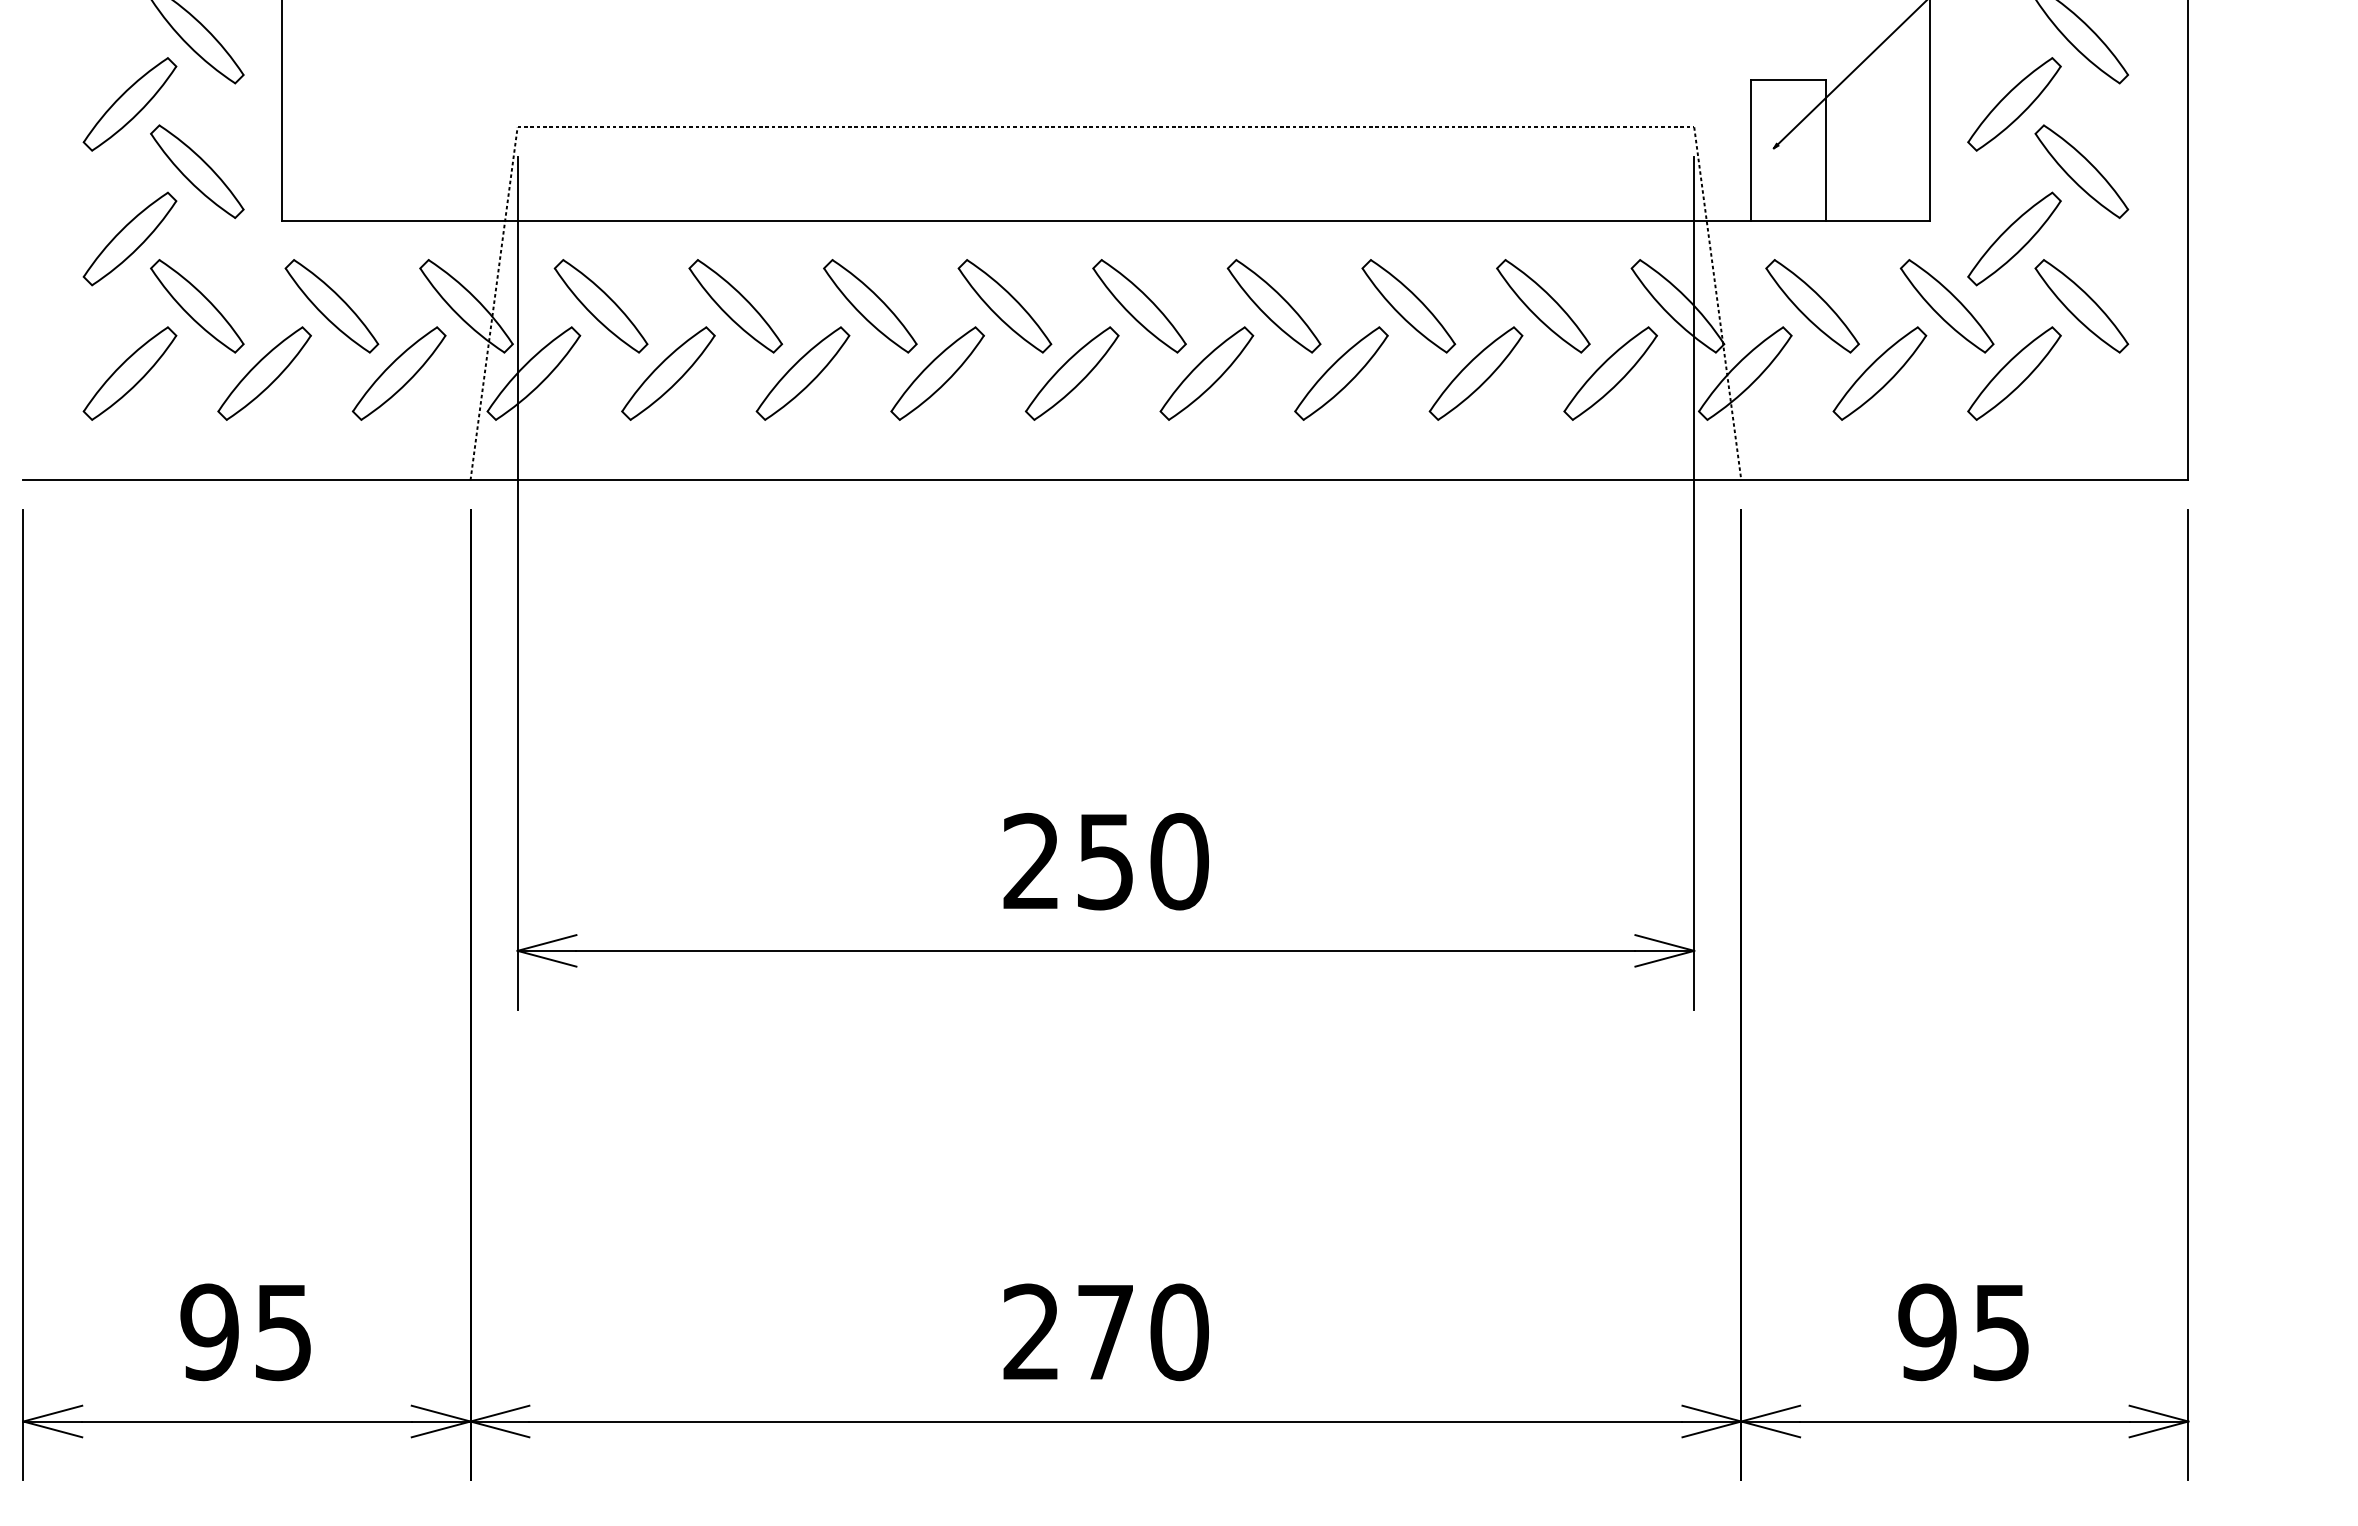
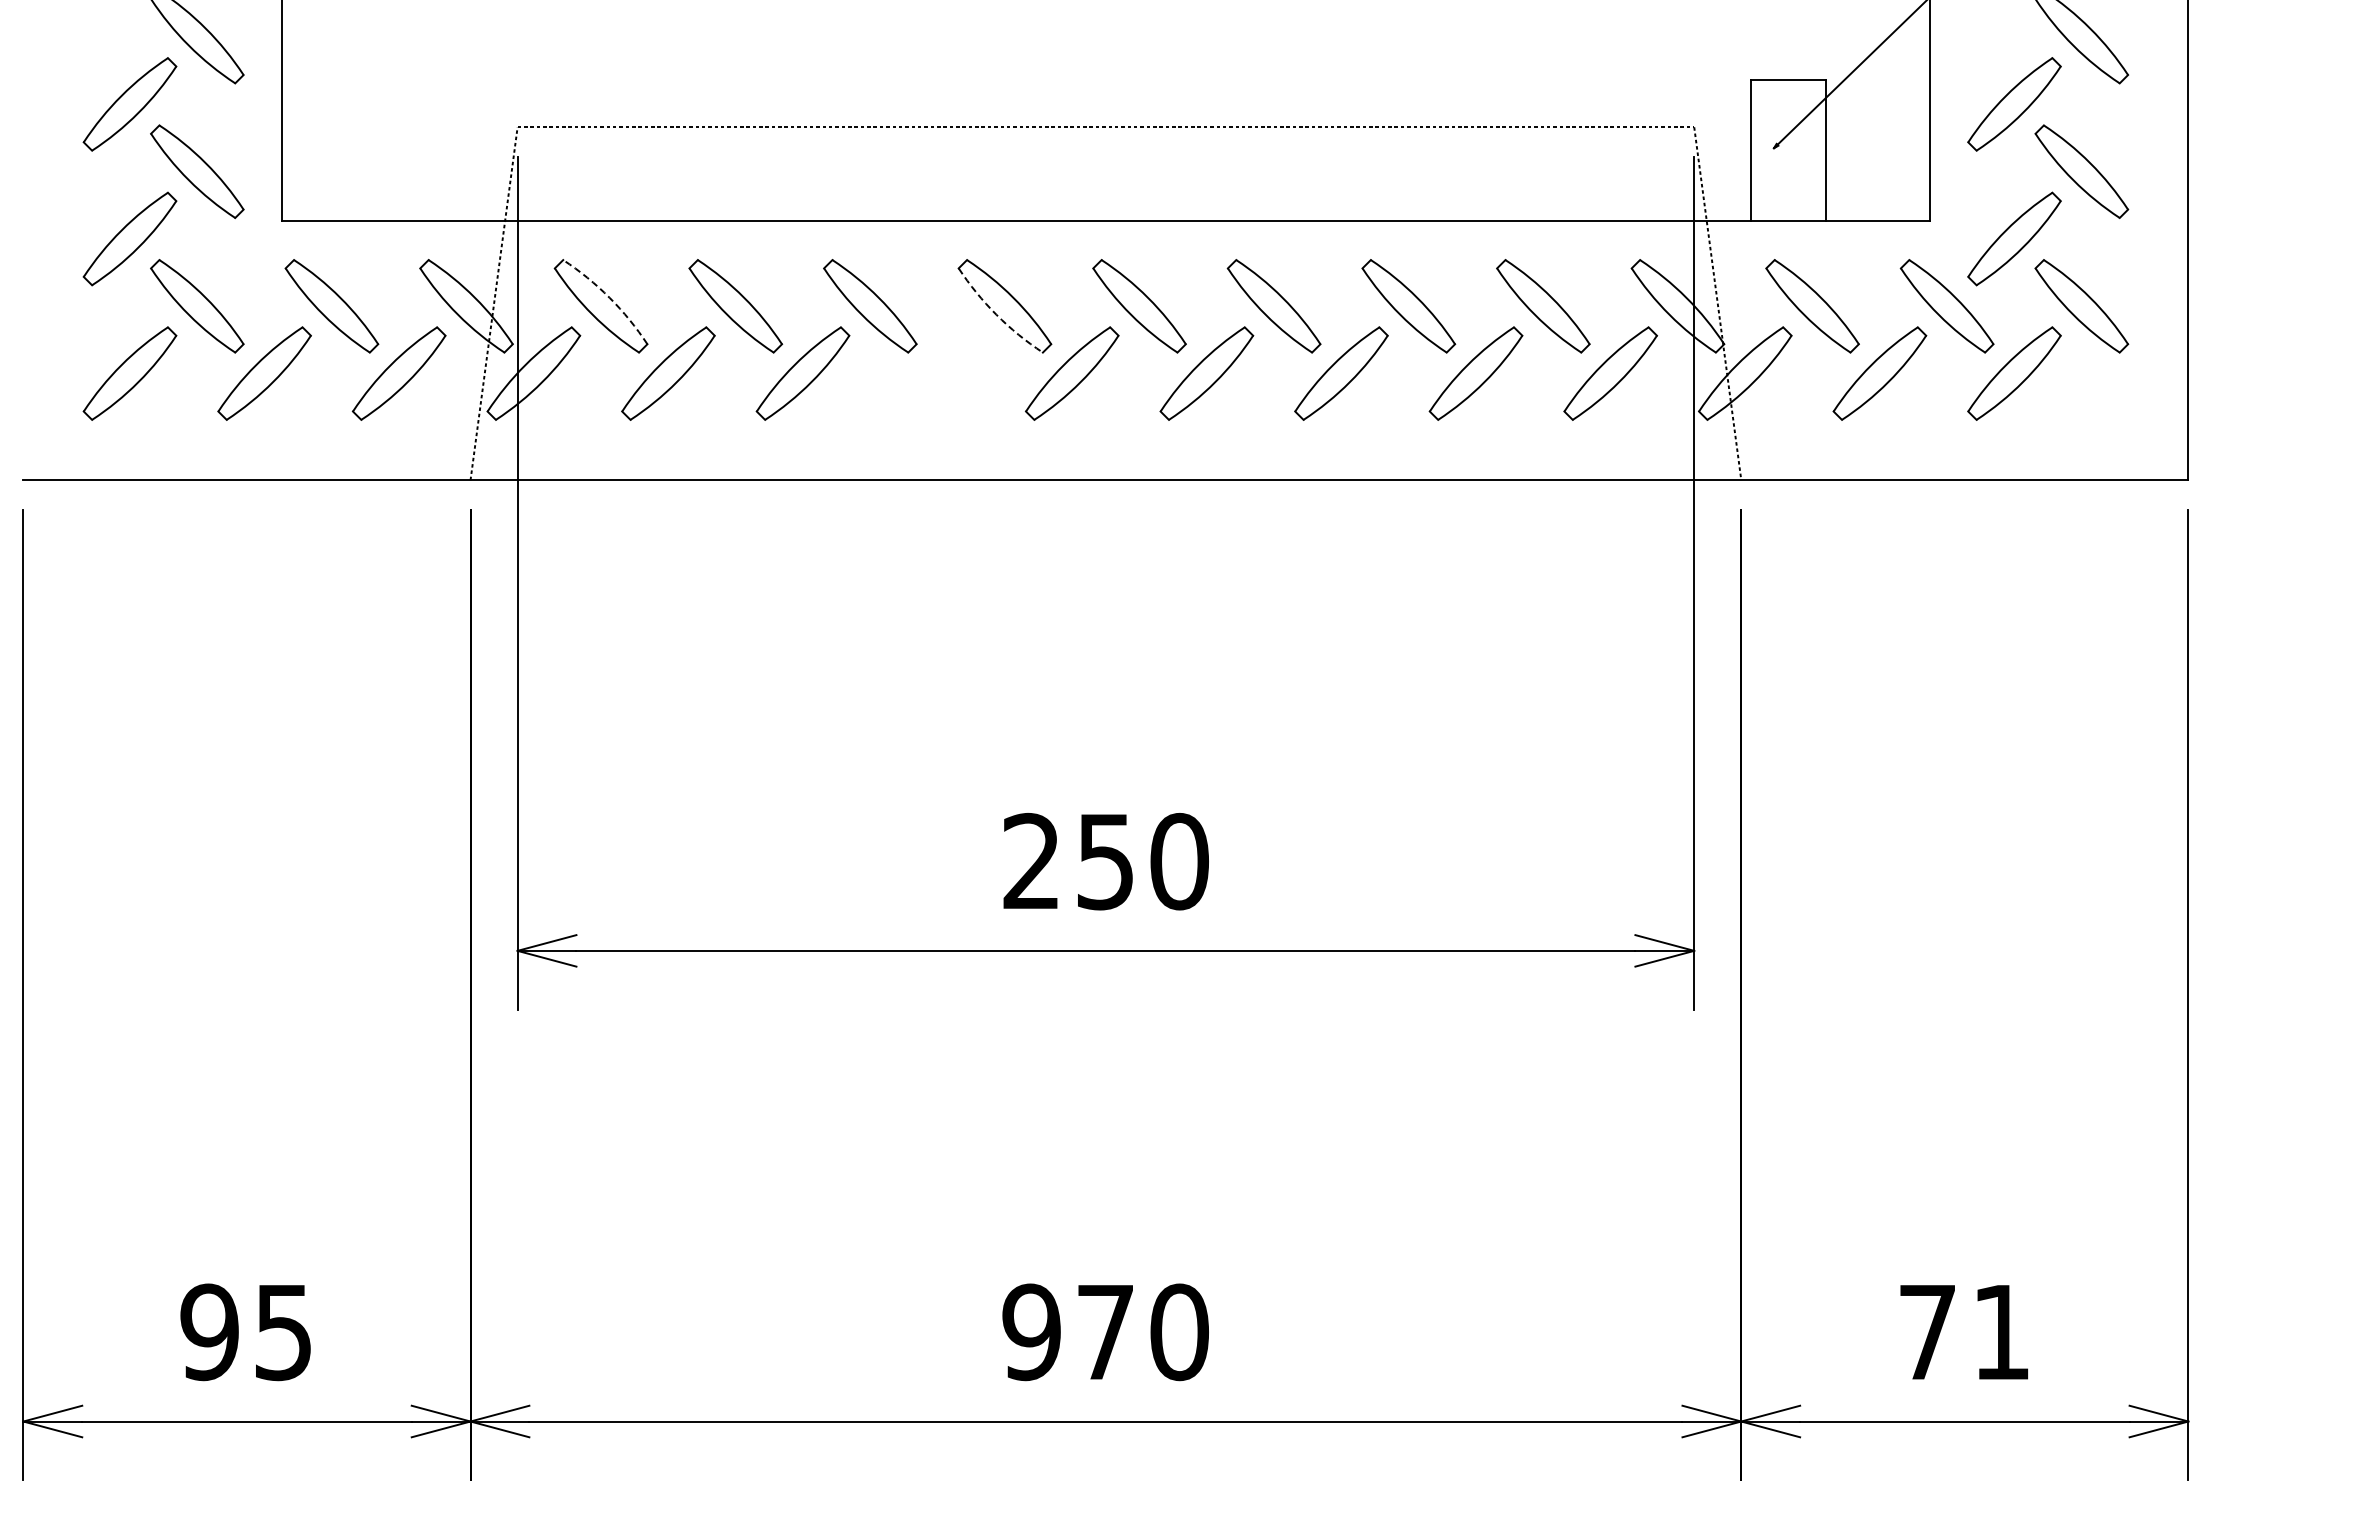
arc at (609, 297): solid -> dashed
arc at (996, 314): solid -> dashed
part at (937, 373): present -> none
text at (1031, 1332): 270 -> 970
text at (1963, 1332): 95 -> 71
